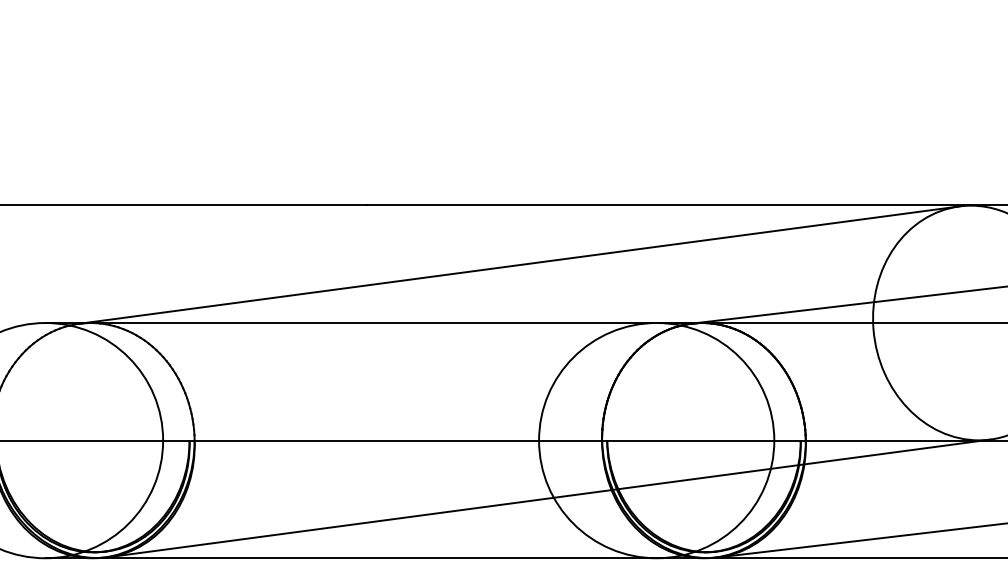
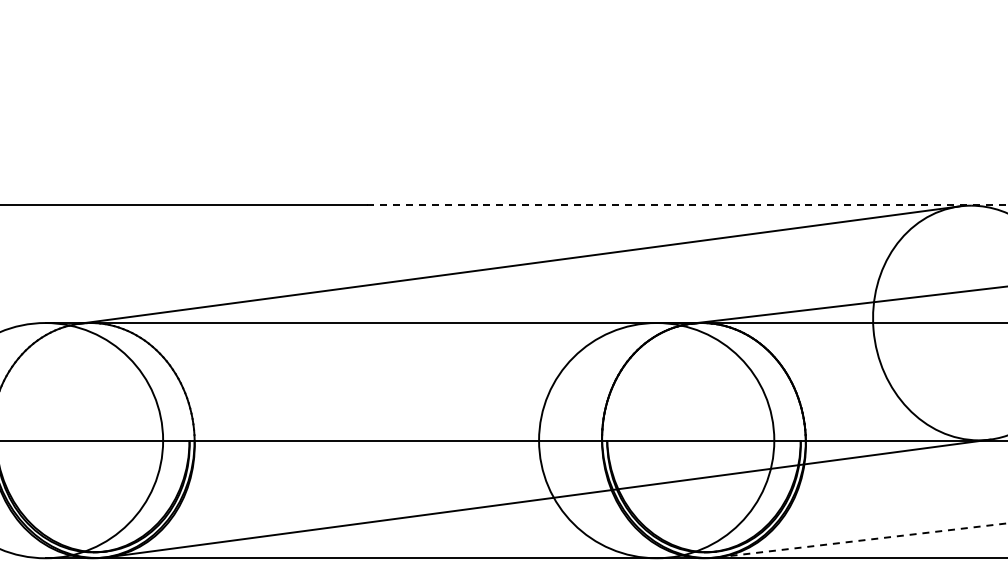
line at (687, 205): solid -> dashed
line at (862, 540): solid -> dashed
